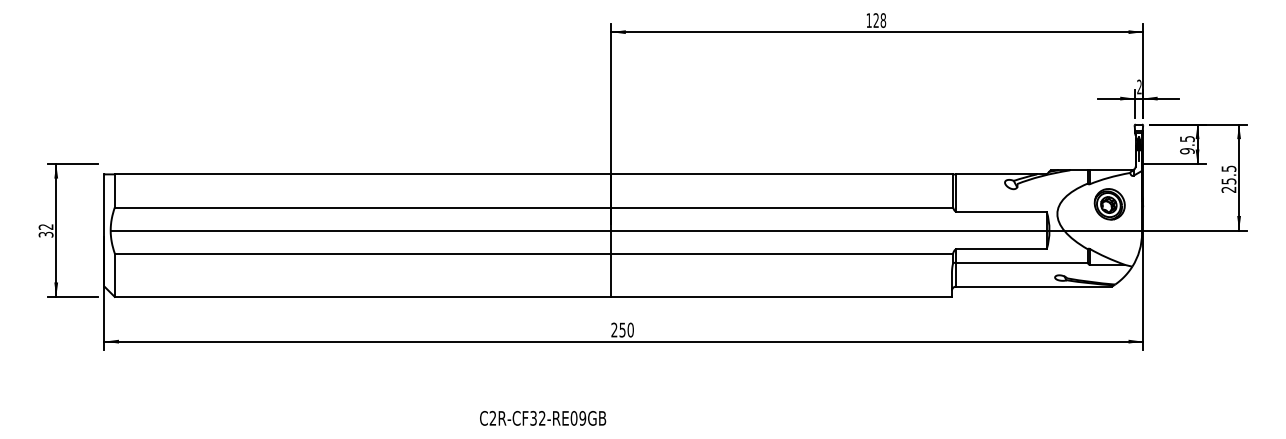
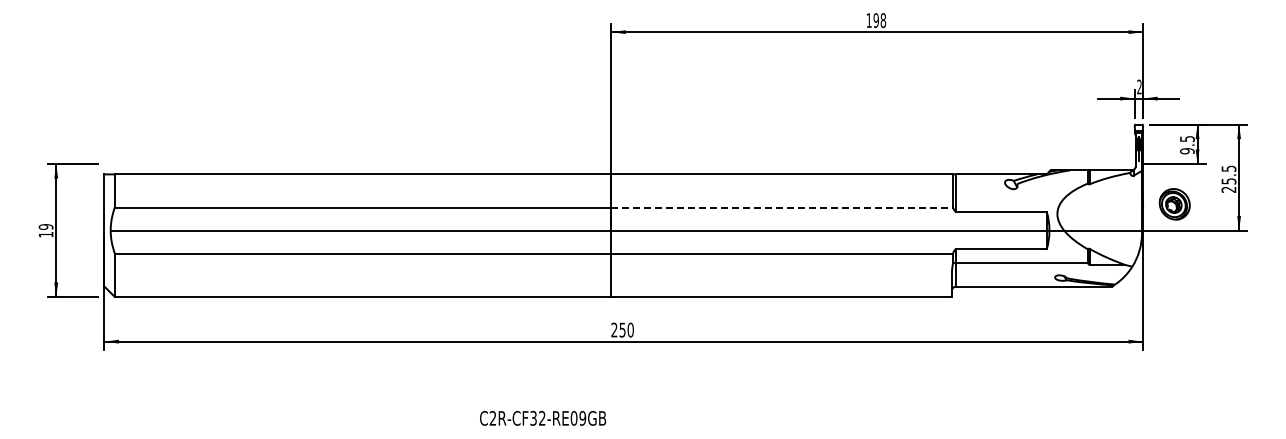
text at (875, 20): 128 -> 198
part at (1109, 204) position: (1109, 204) -> (1174, 204)
line at (782, 207): solid -> dashed
text at (45, 230): 32 -> 19
